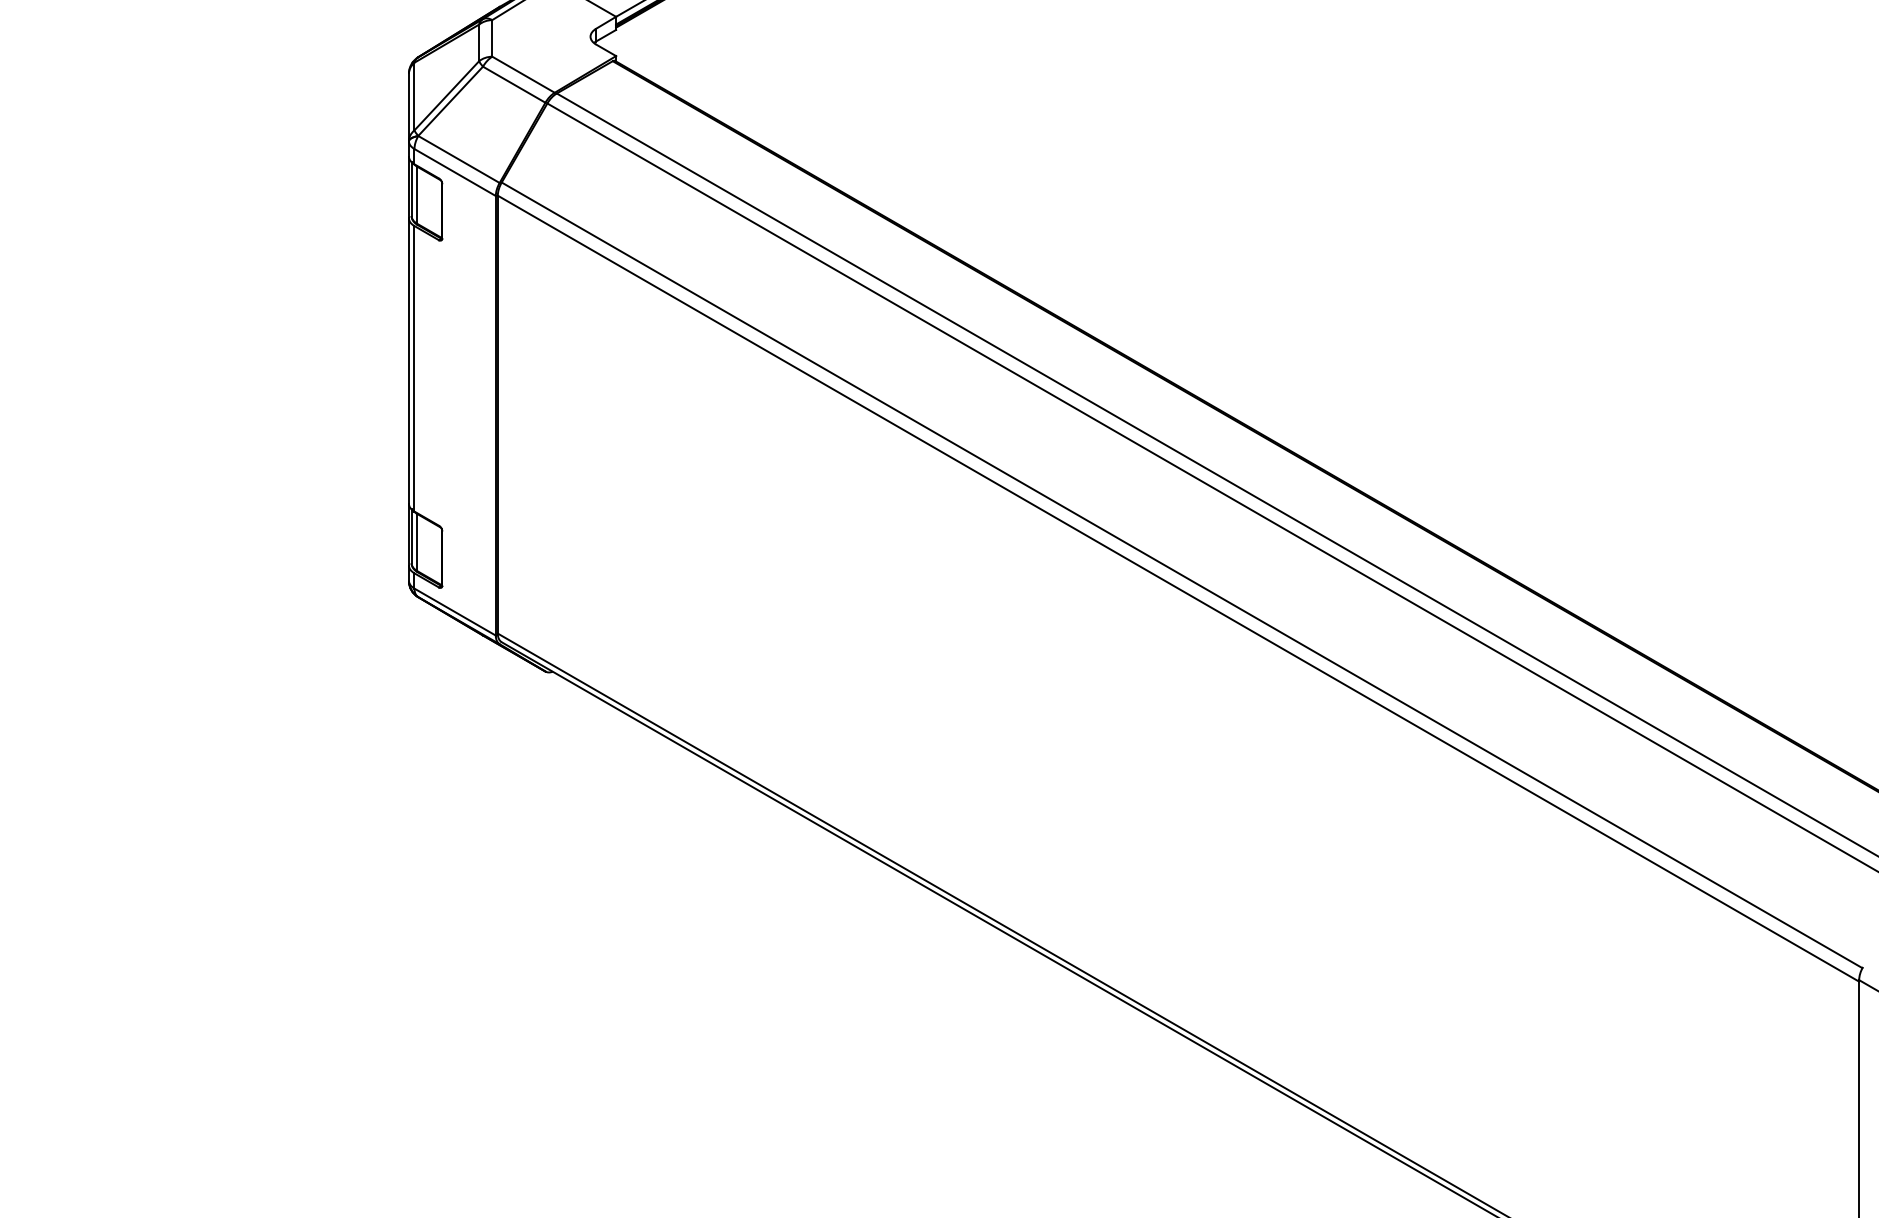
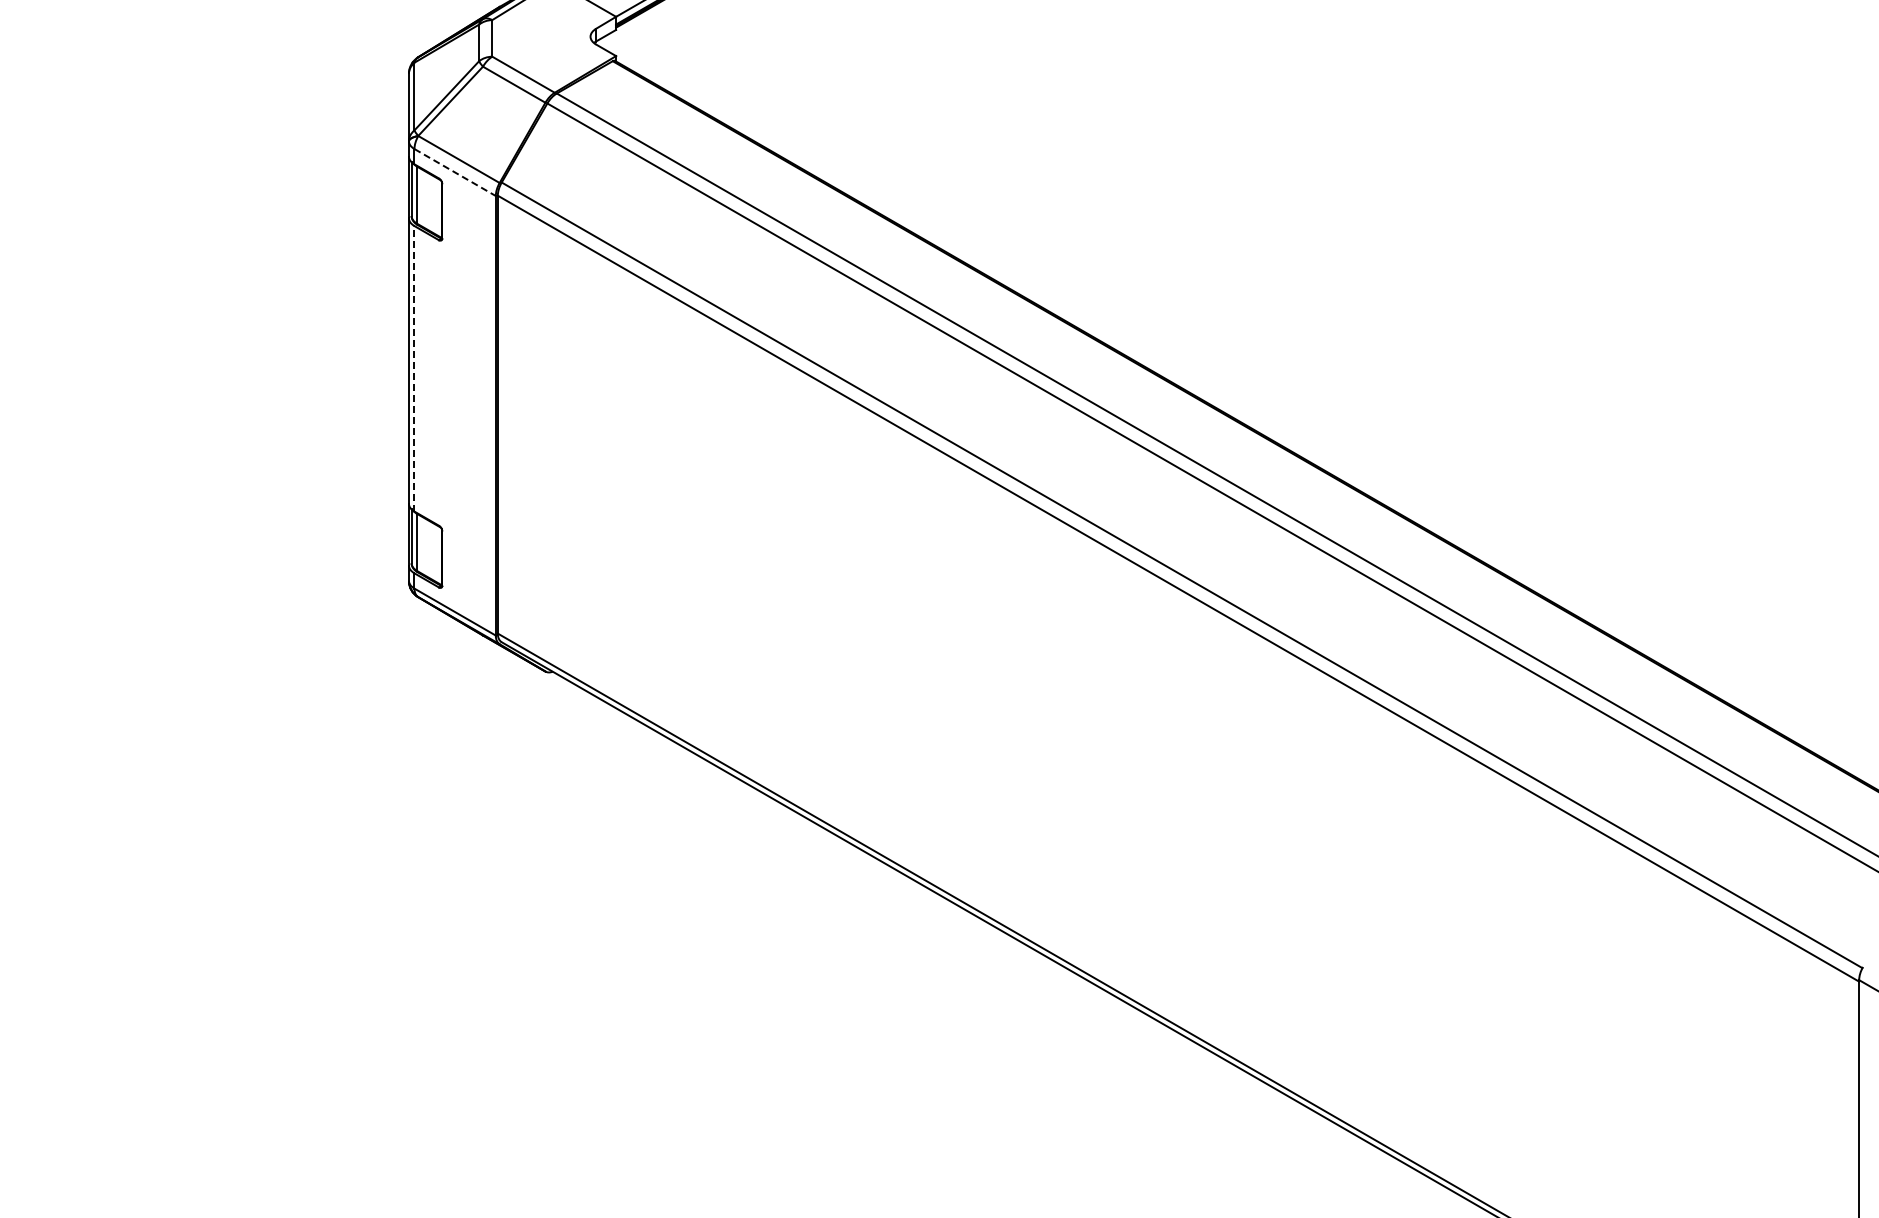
line at (455, 172): solid -> dashed
line at (414, 368): solid -> dashed
